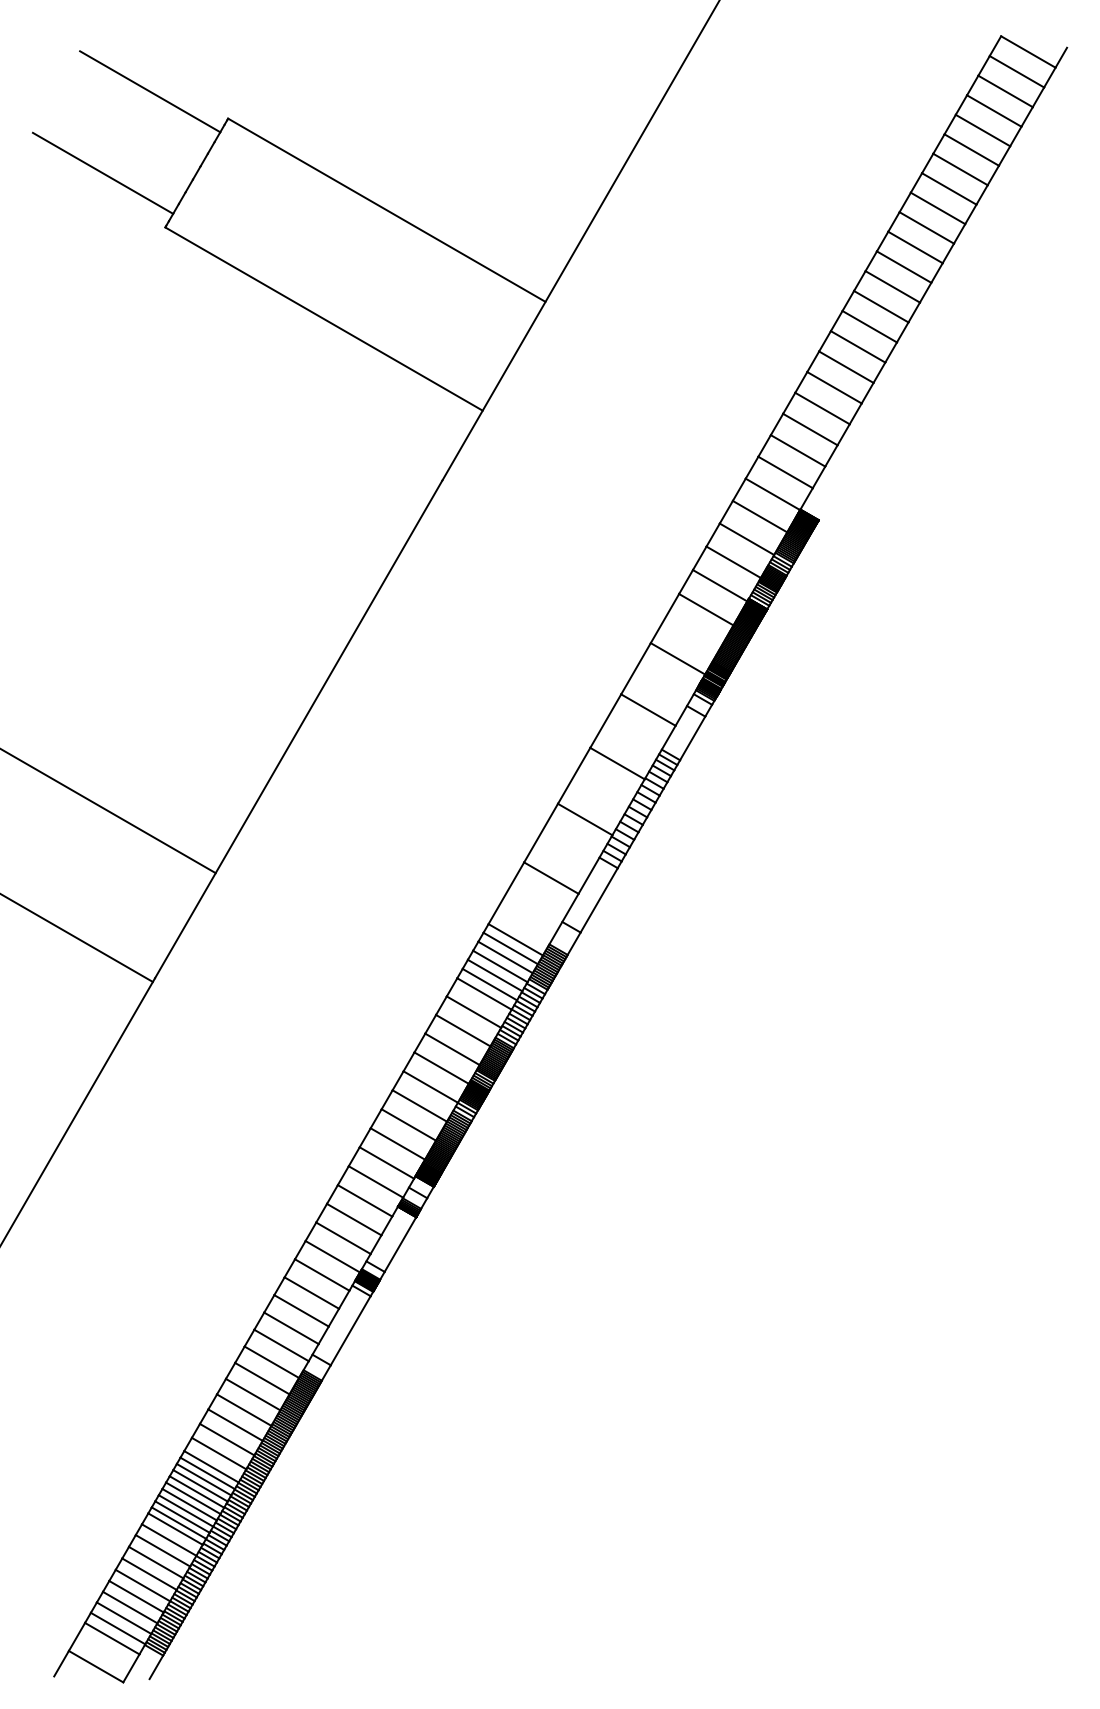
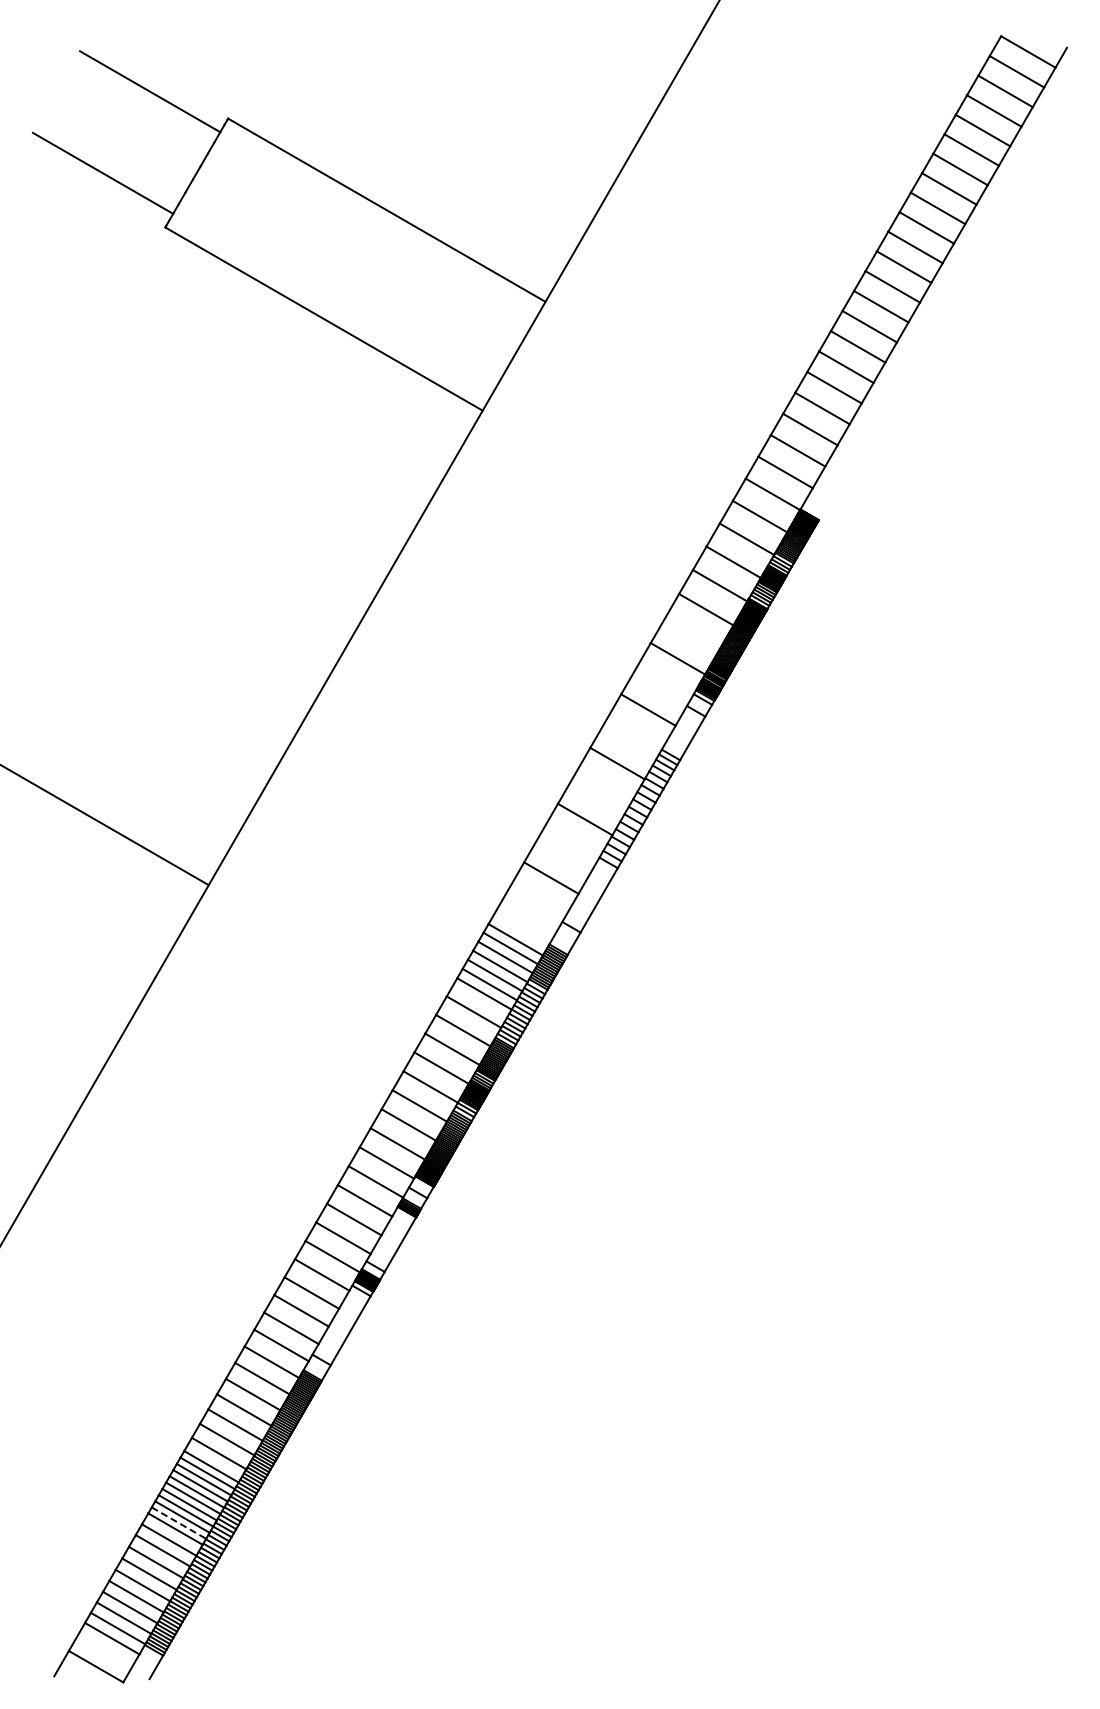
line at (108, 811) position: (108, 811) -> (105, 825)
line at (77, 937): present -> none
line at (179, 1523): solid -> dashed
